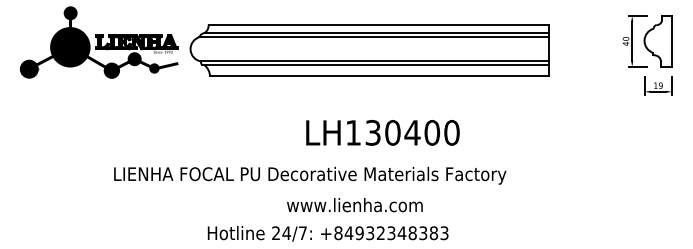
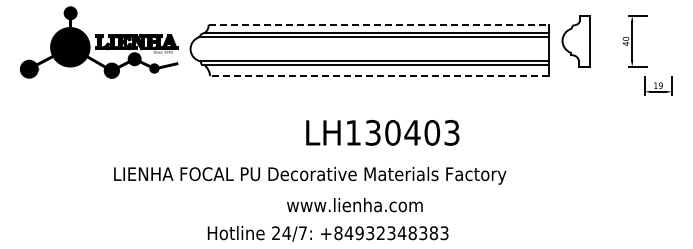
line at (379, 24): solid -> dashed
part at (657, 41) position: (657, 41) -> (575, 41)
line at (379, 76): solid -> dashed
text at (451, 132): LH130400 -> LH130403
